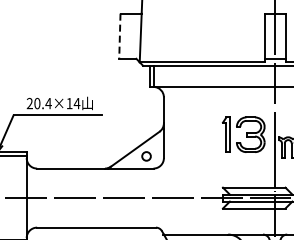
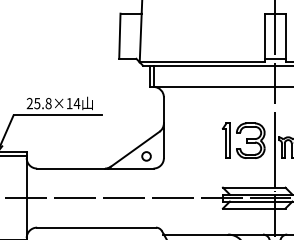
line at (119, 36): dashed -> solid
text at (42, 103): 20.4×14 -> 25.8×14
part at (243, 134) position: (243, 134) -> (243, 140)
